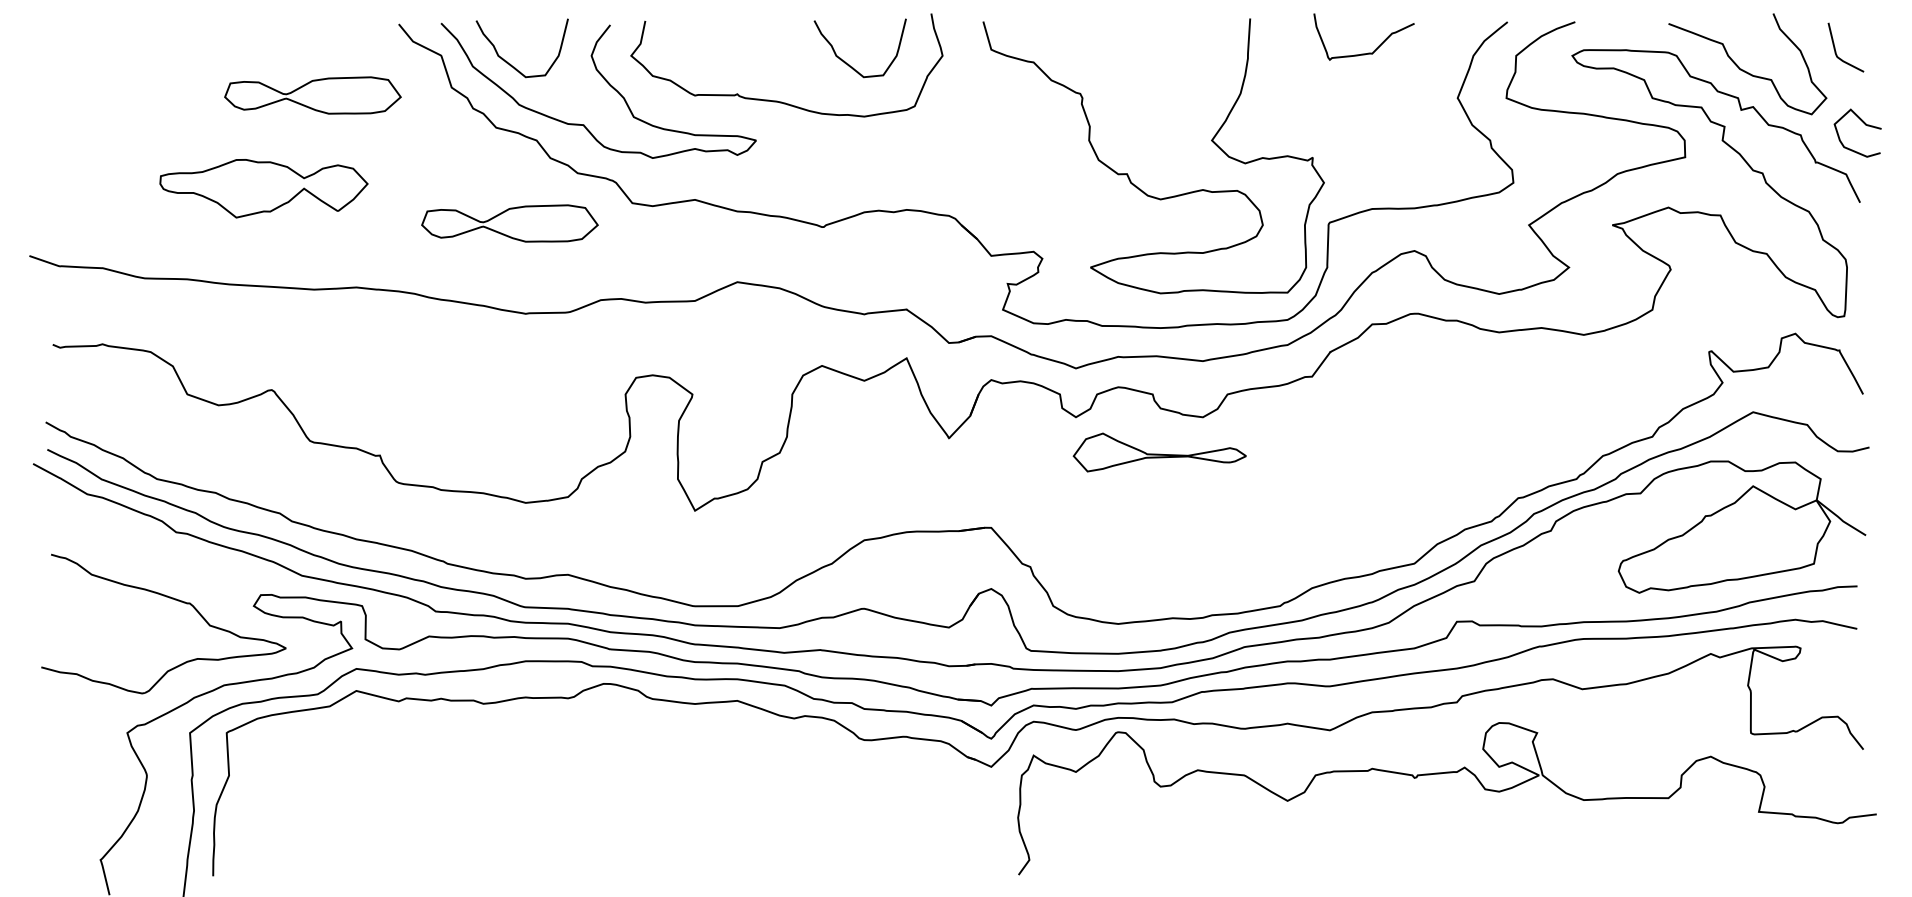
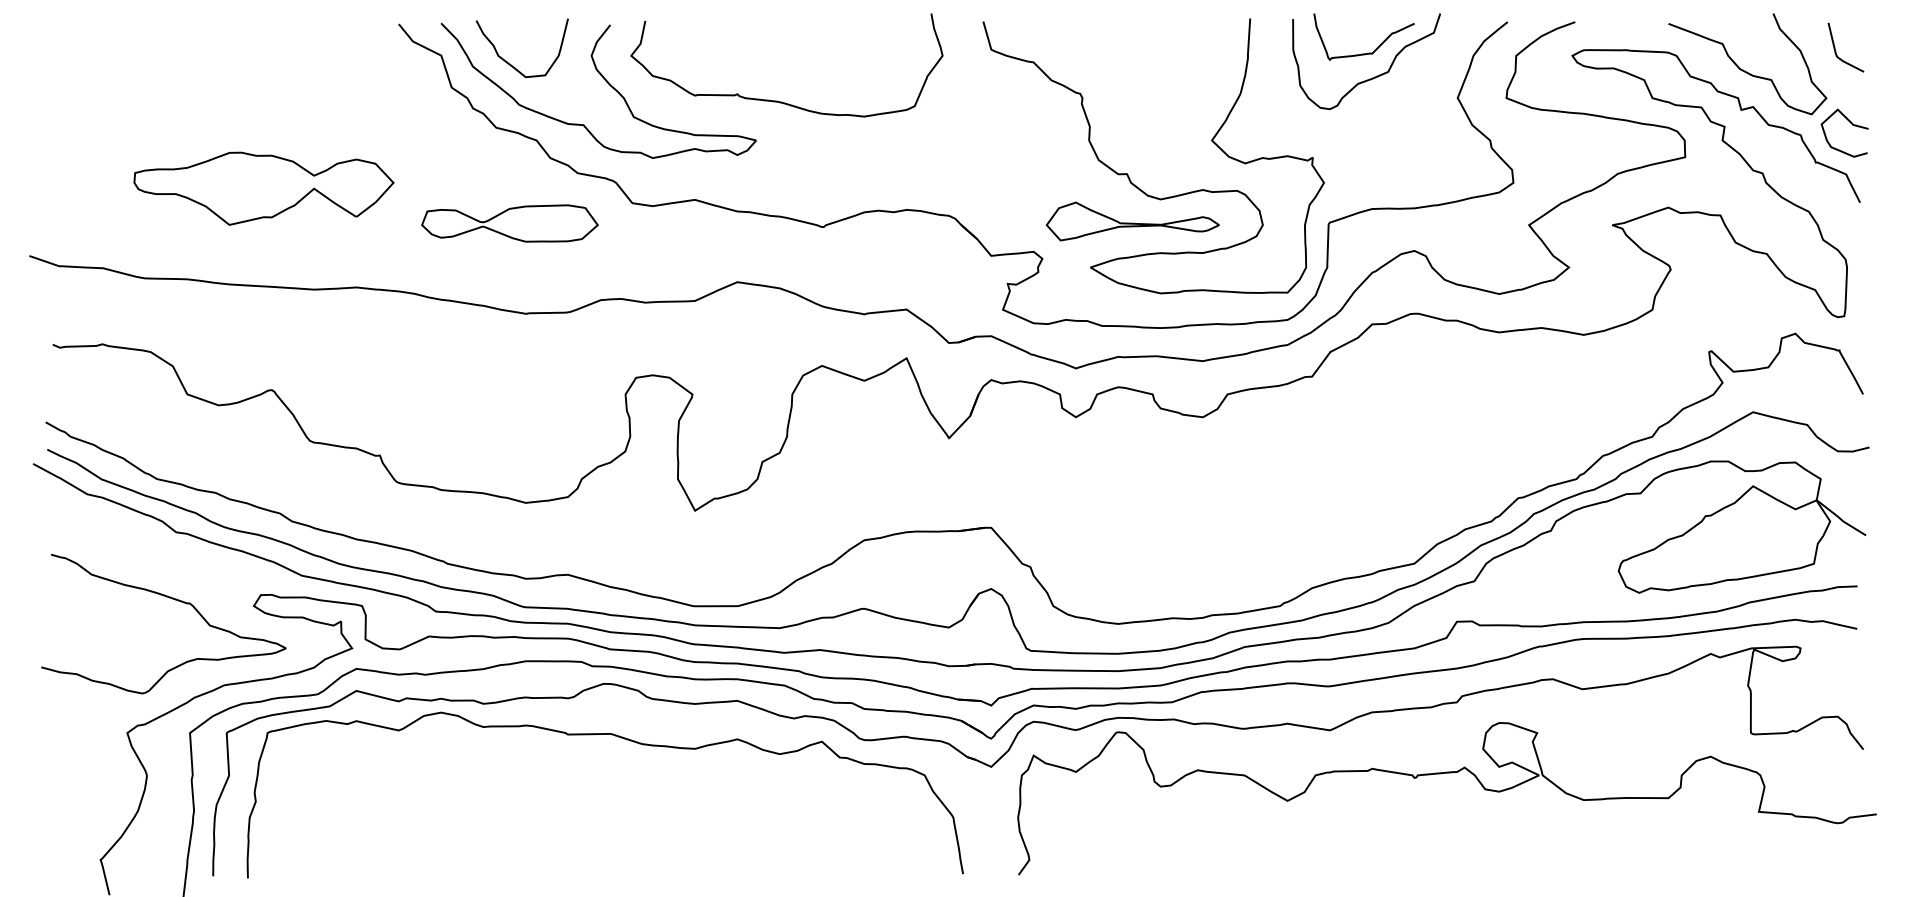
curve at (848, 63): present -> none
curve at (1374, 76): none -> present
part at (312, 95): present -> none
curve at (1864, 124) position: (1864, 124) -> (1851, 124)
part at (263, 188) size: 210x60 px -> 262x75 px
part at (1159, 452) position: (1159, 452) -> (1132, 221)
curve at (621, 738): none -> present
